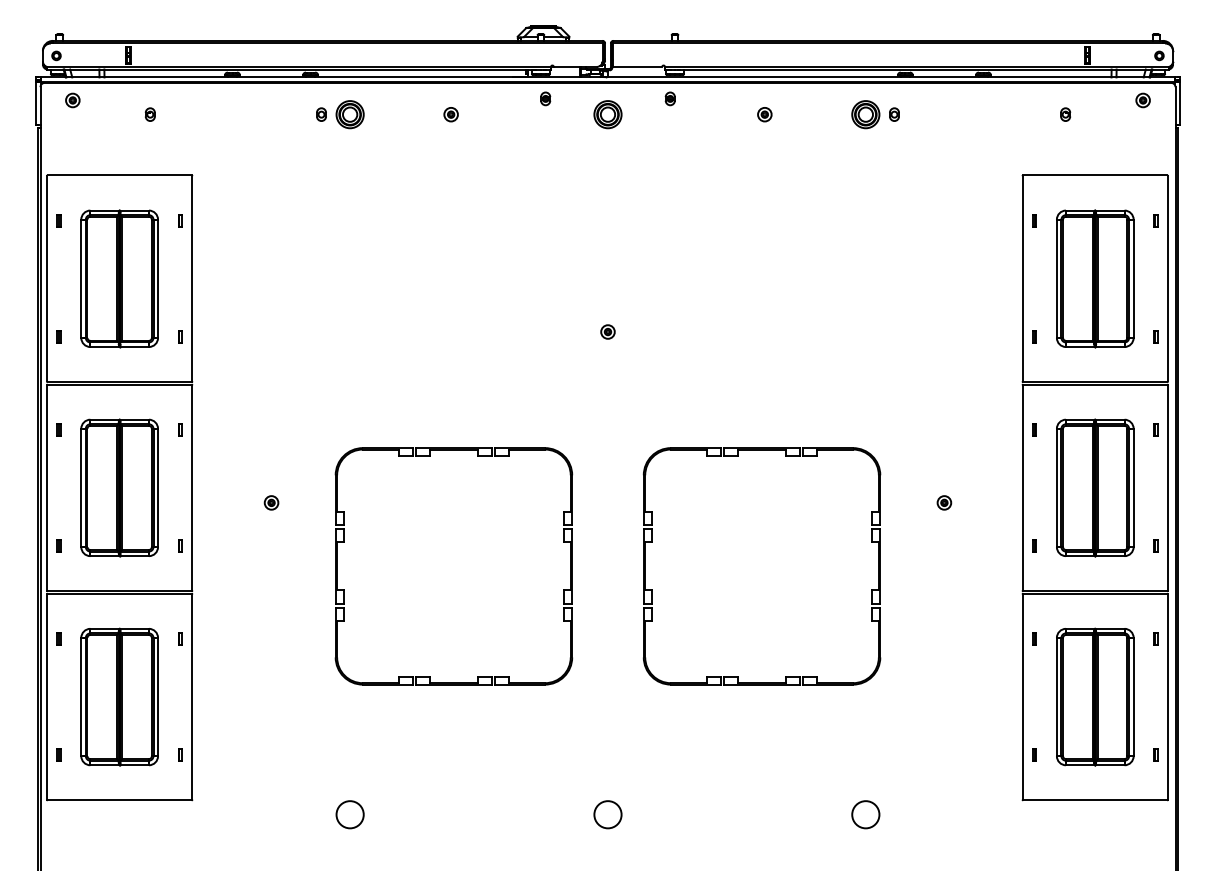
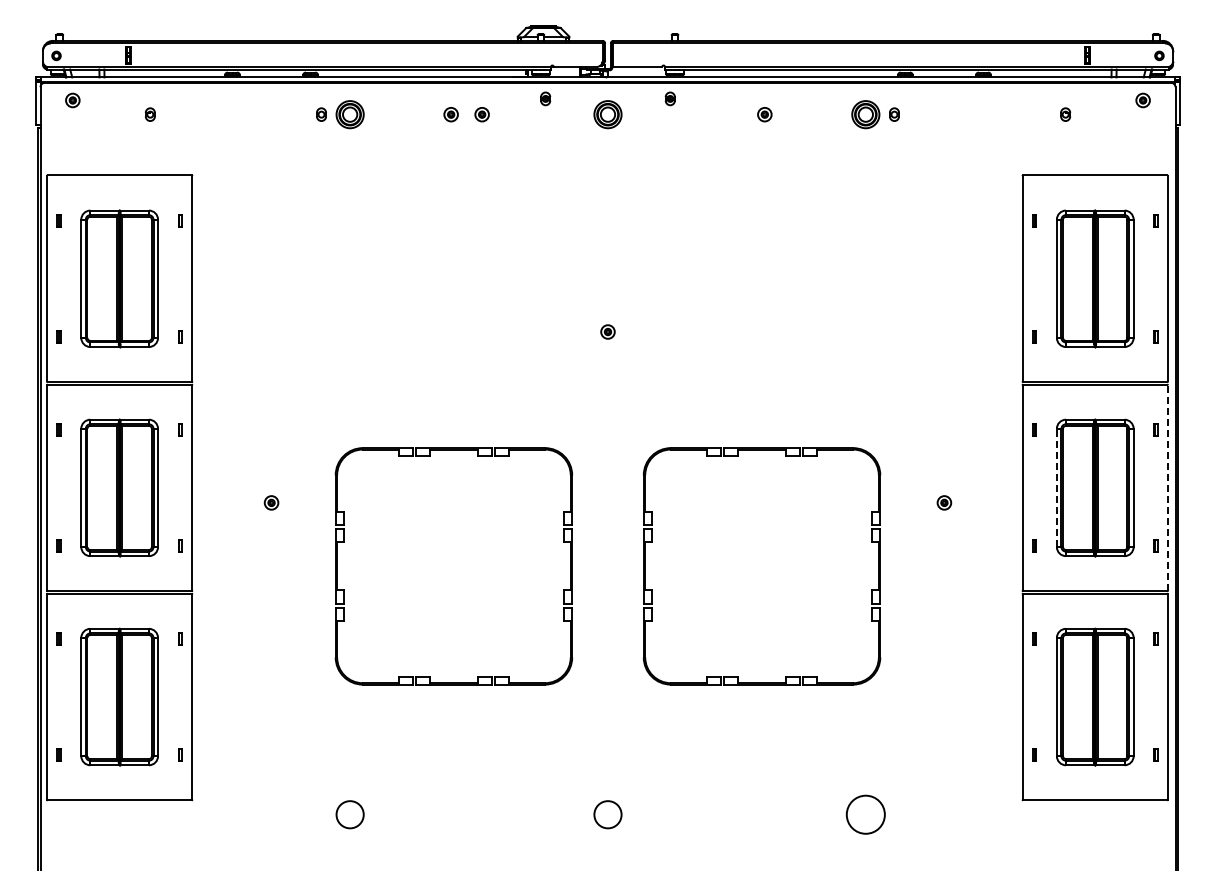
part at (481, 114): none -> present
line at (1056, 487): solid -> dashed
line at (1168, 487): solid -> dashed
circle at (865, 814) diameter: 27 px -> 38 px
